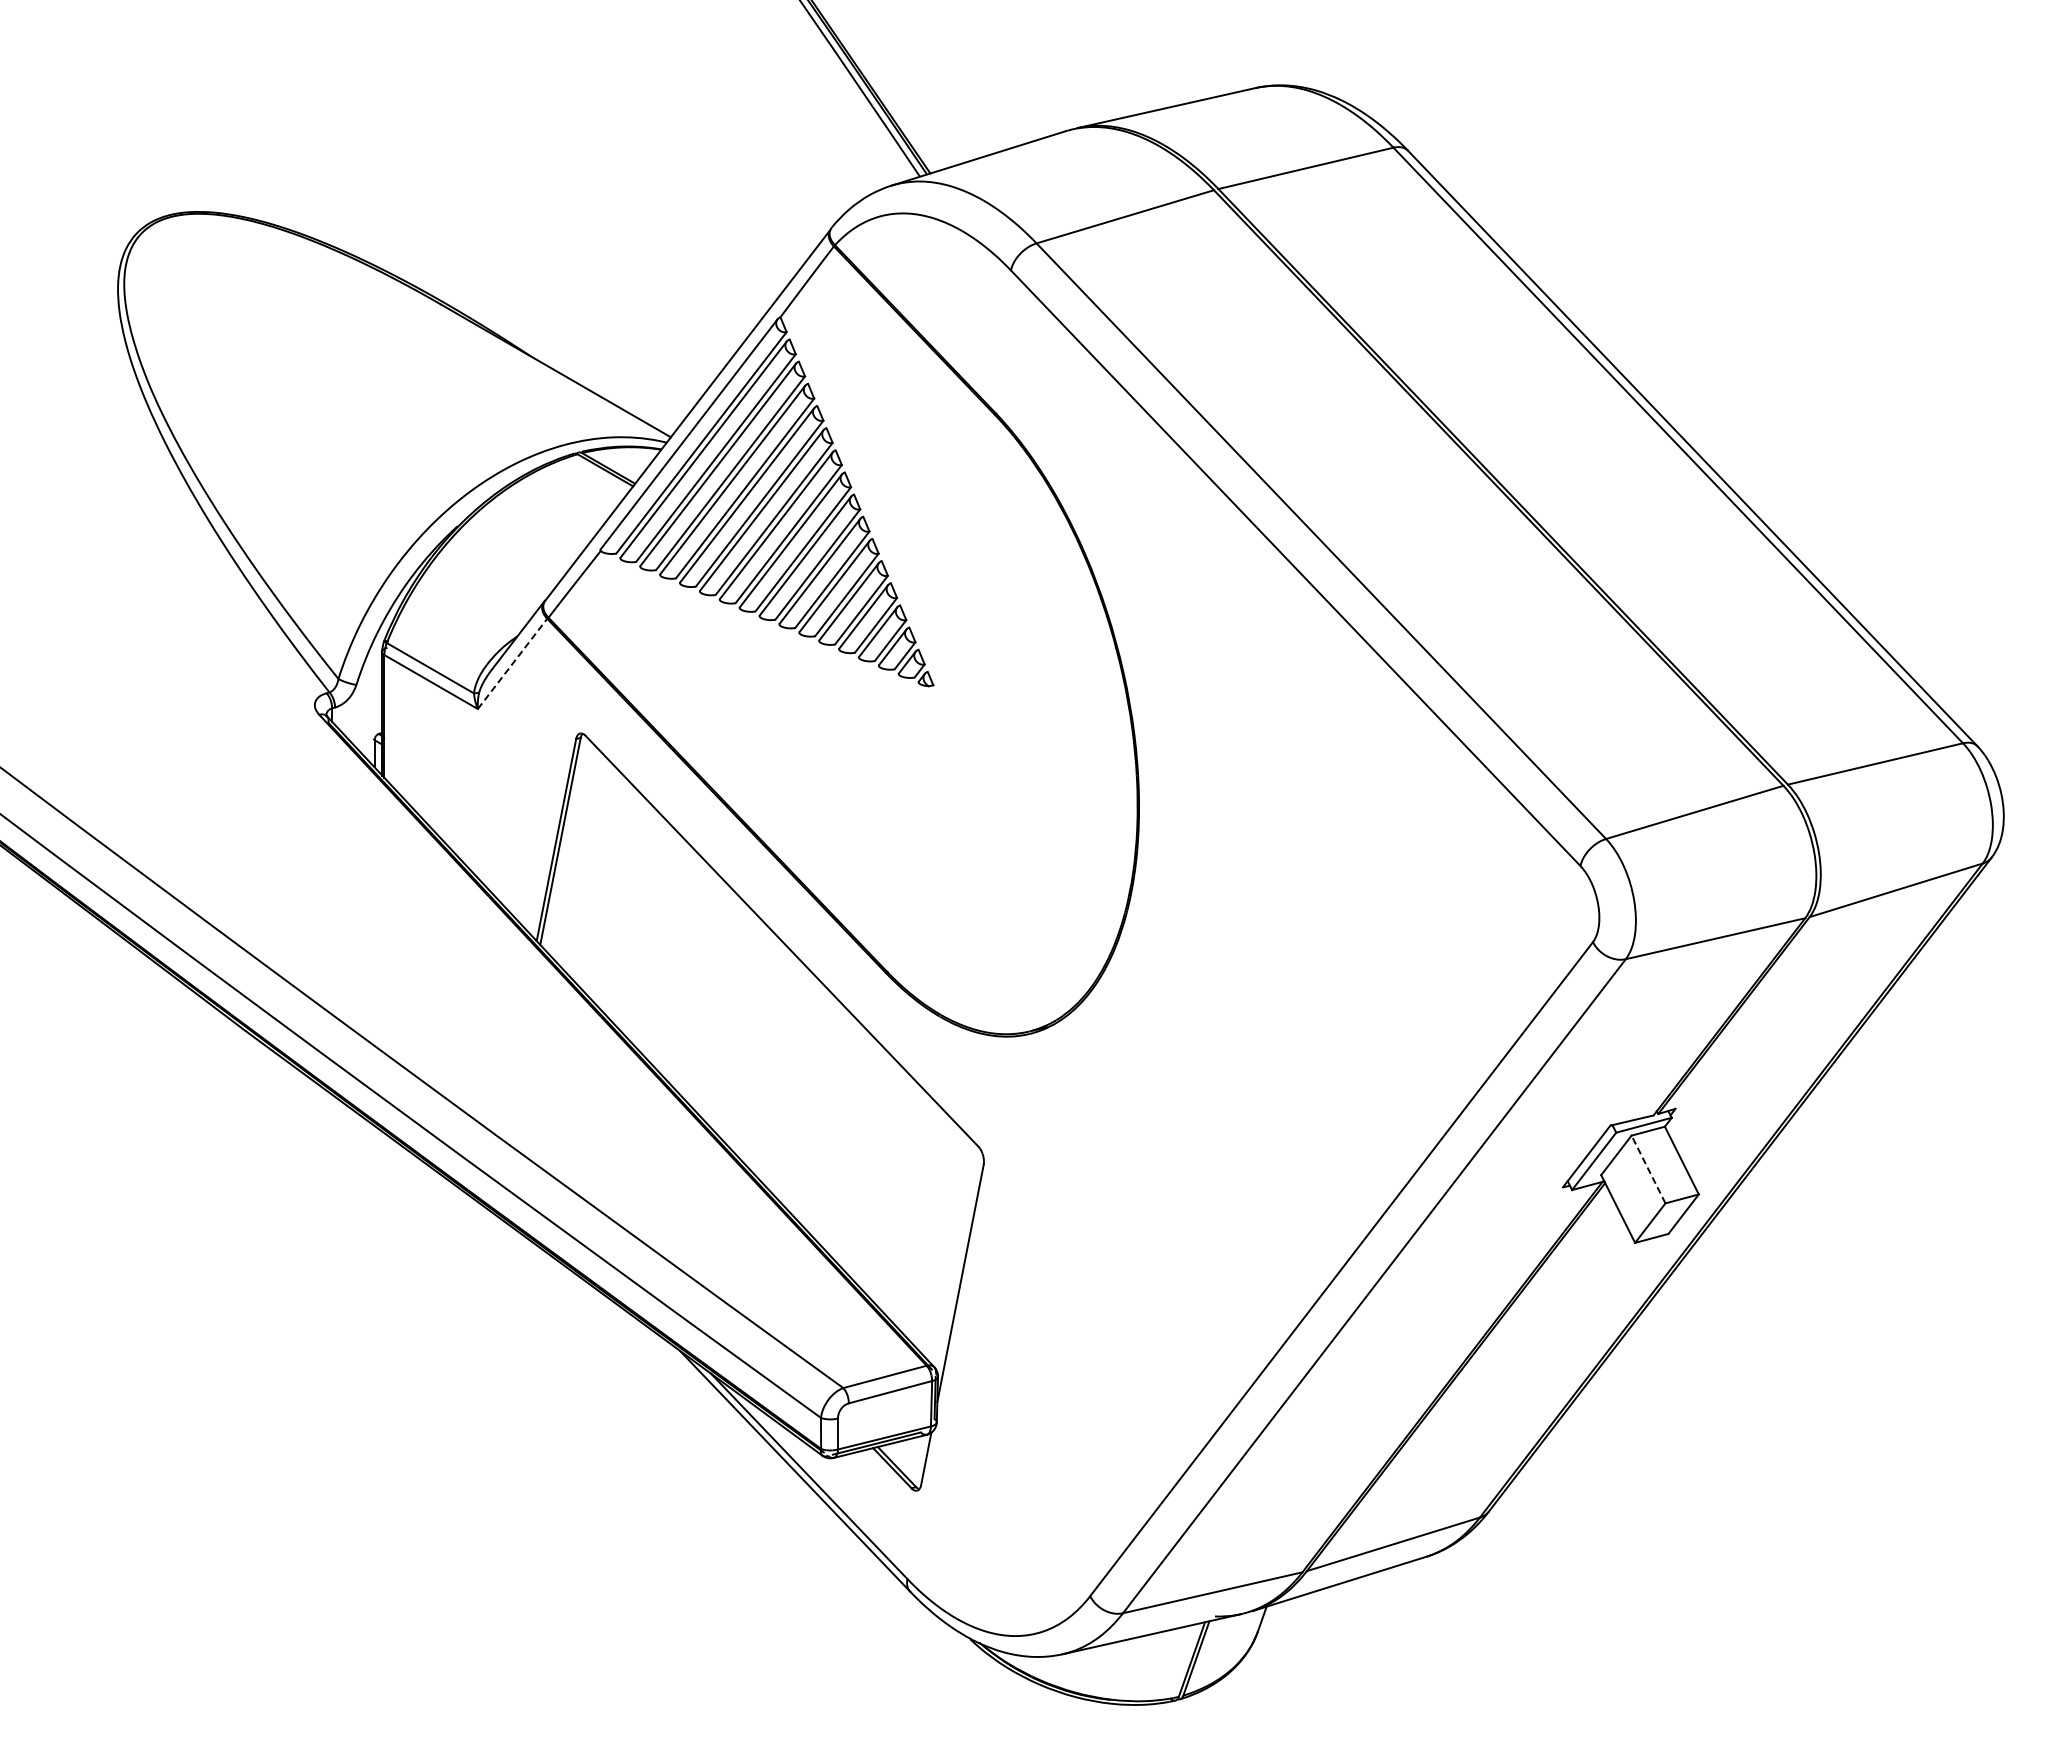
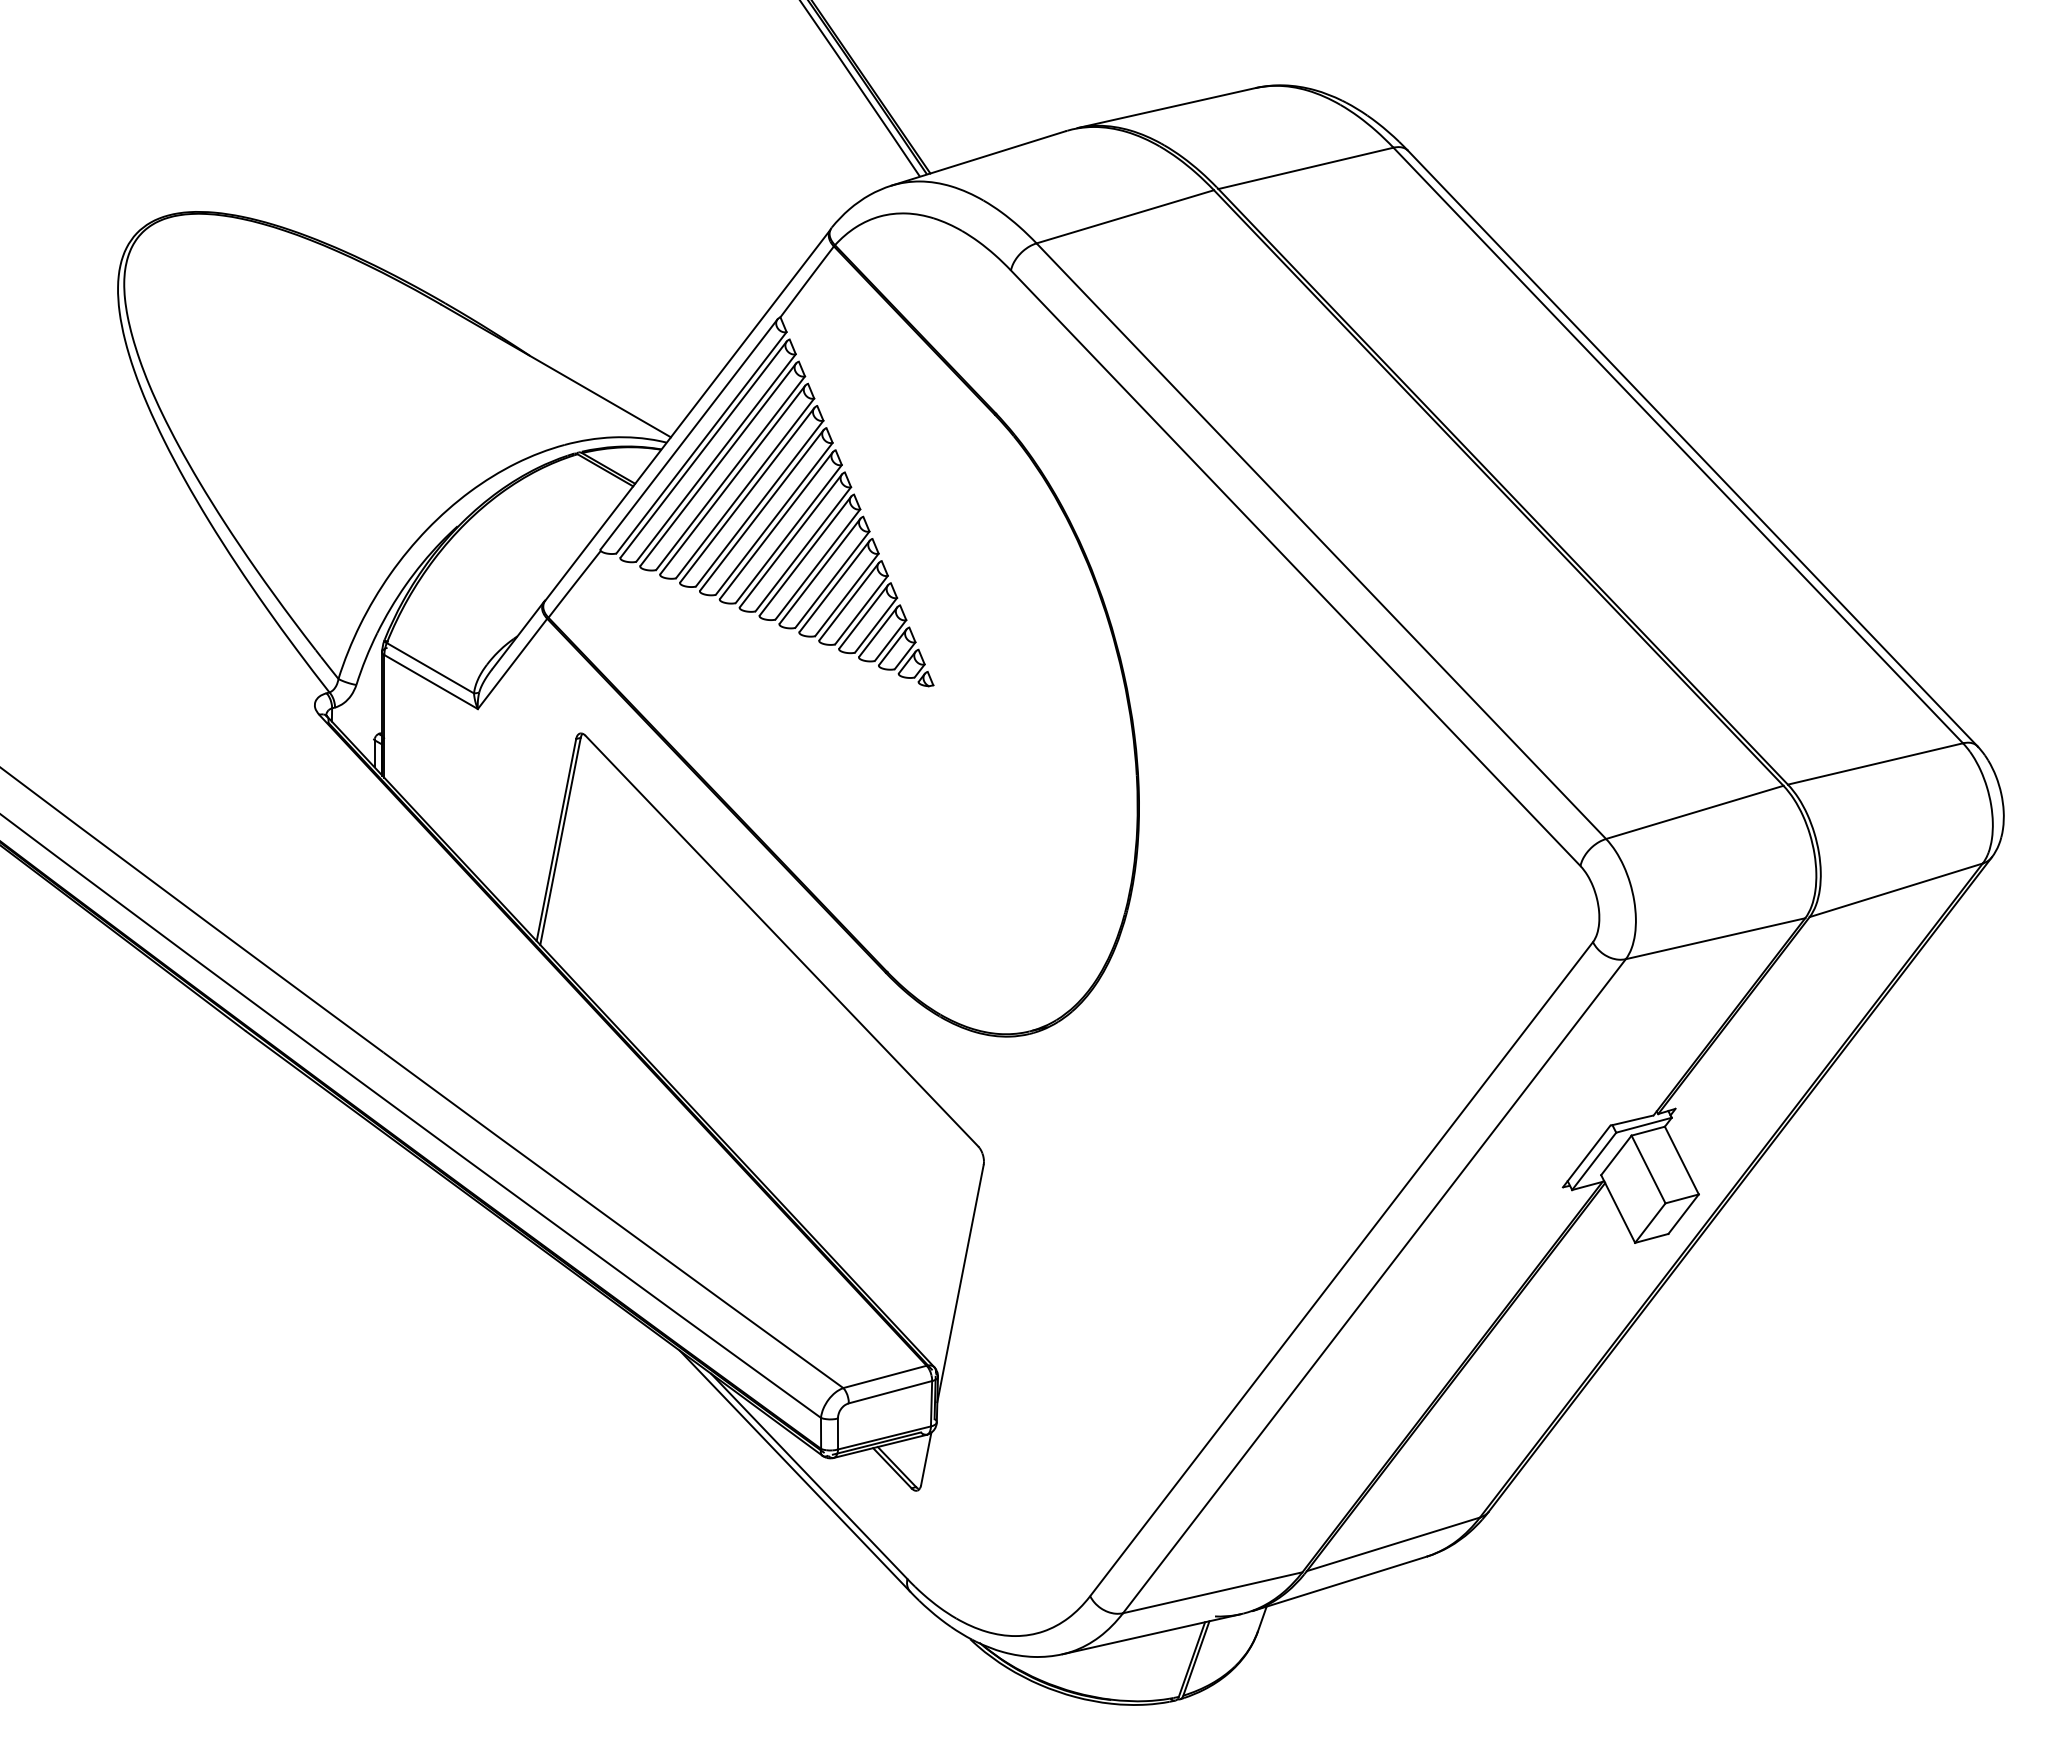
line at (512, 663): dashed -> solid
line at (1648, 1169): dashed -> solid
